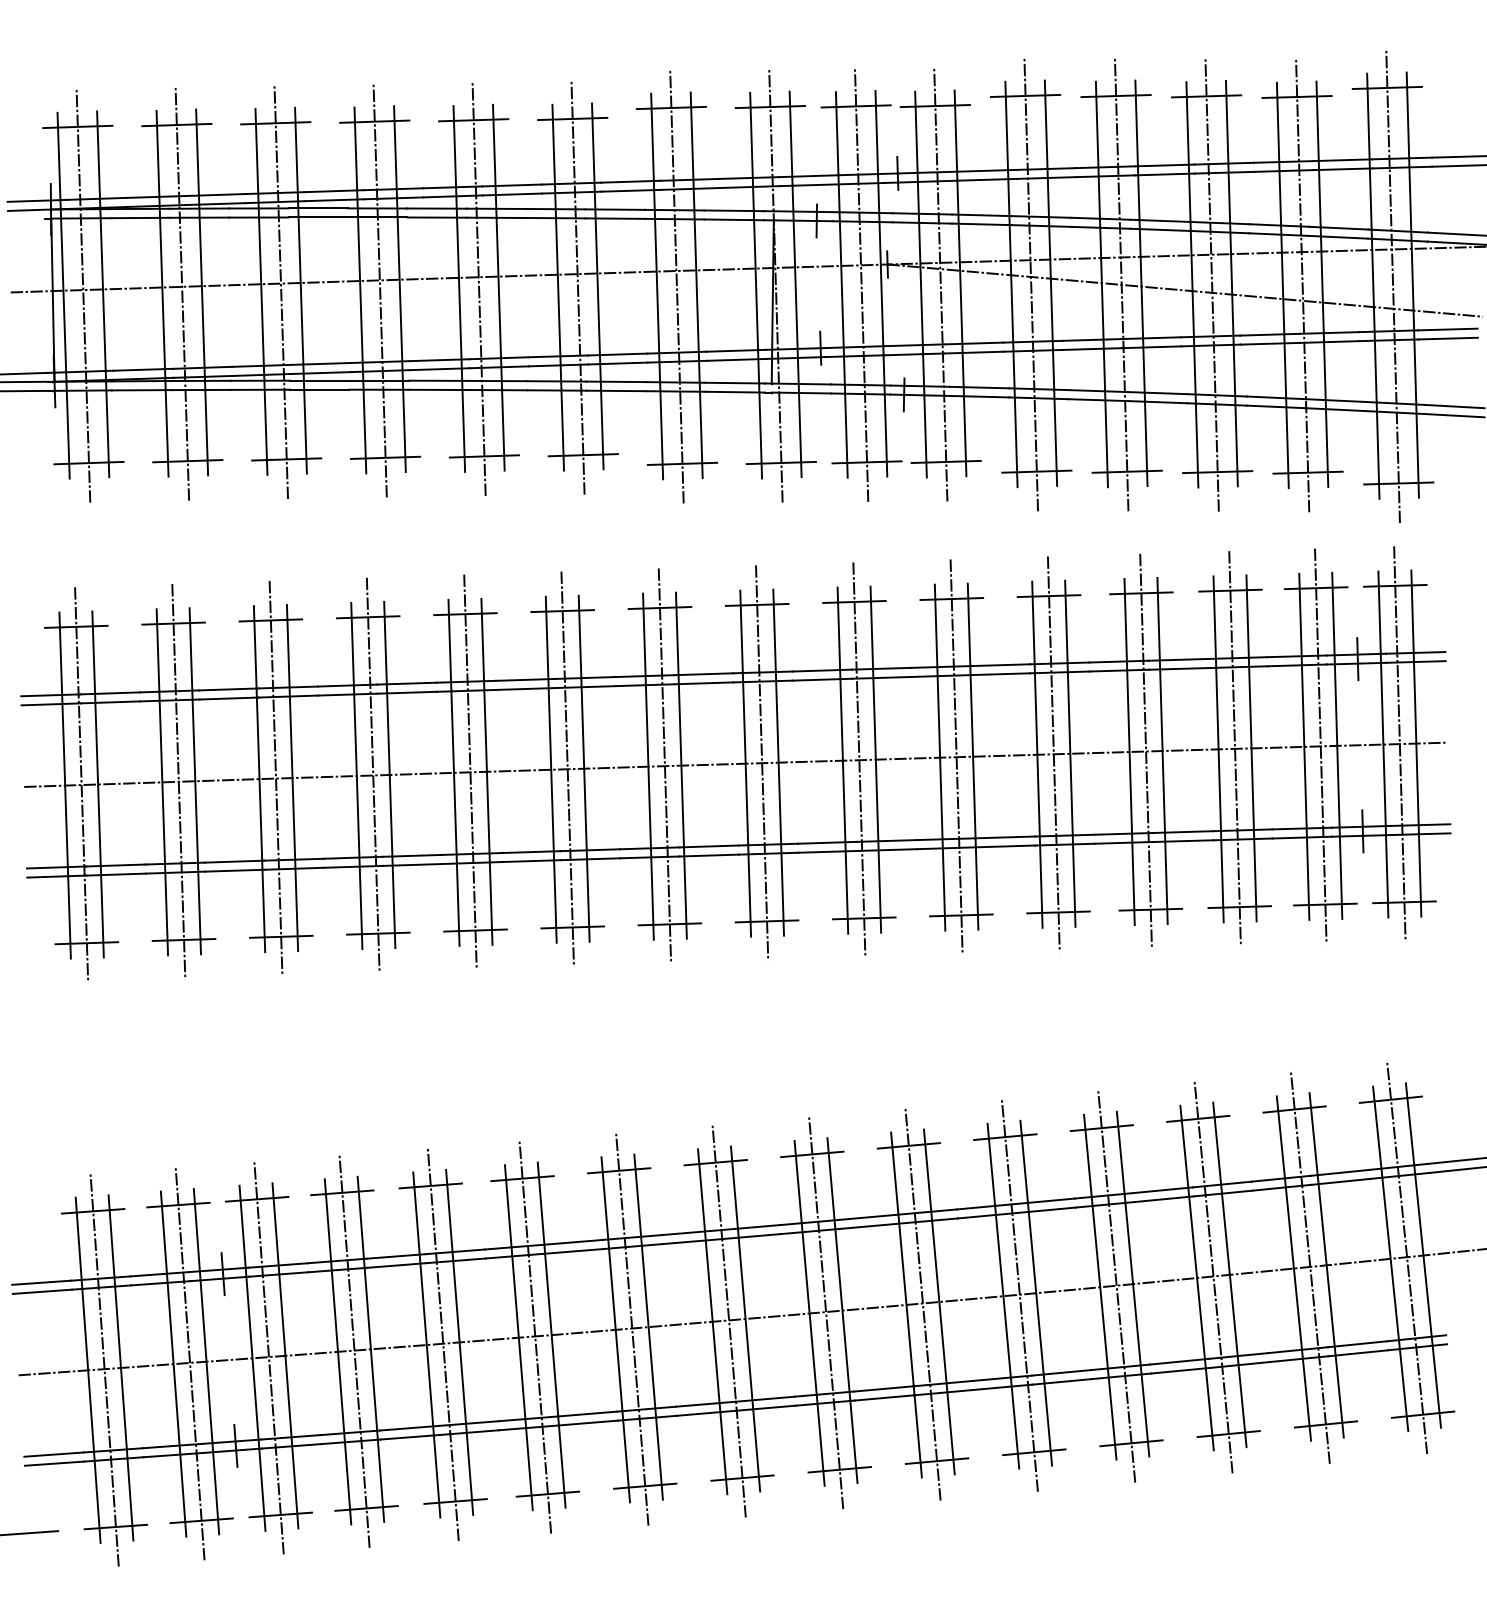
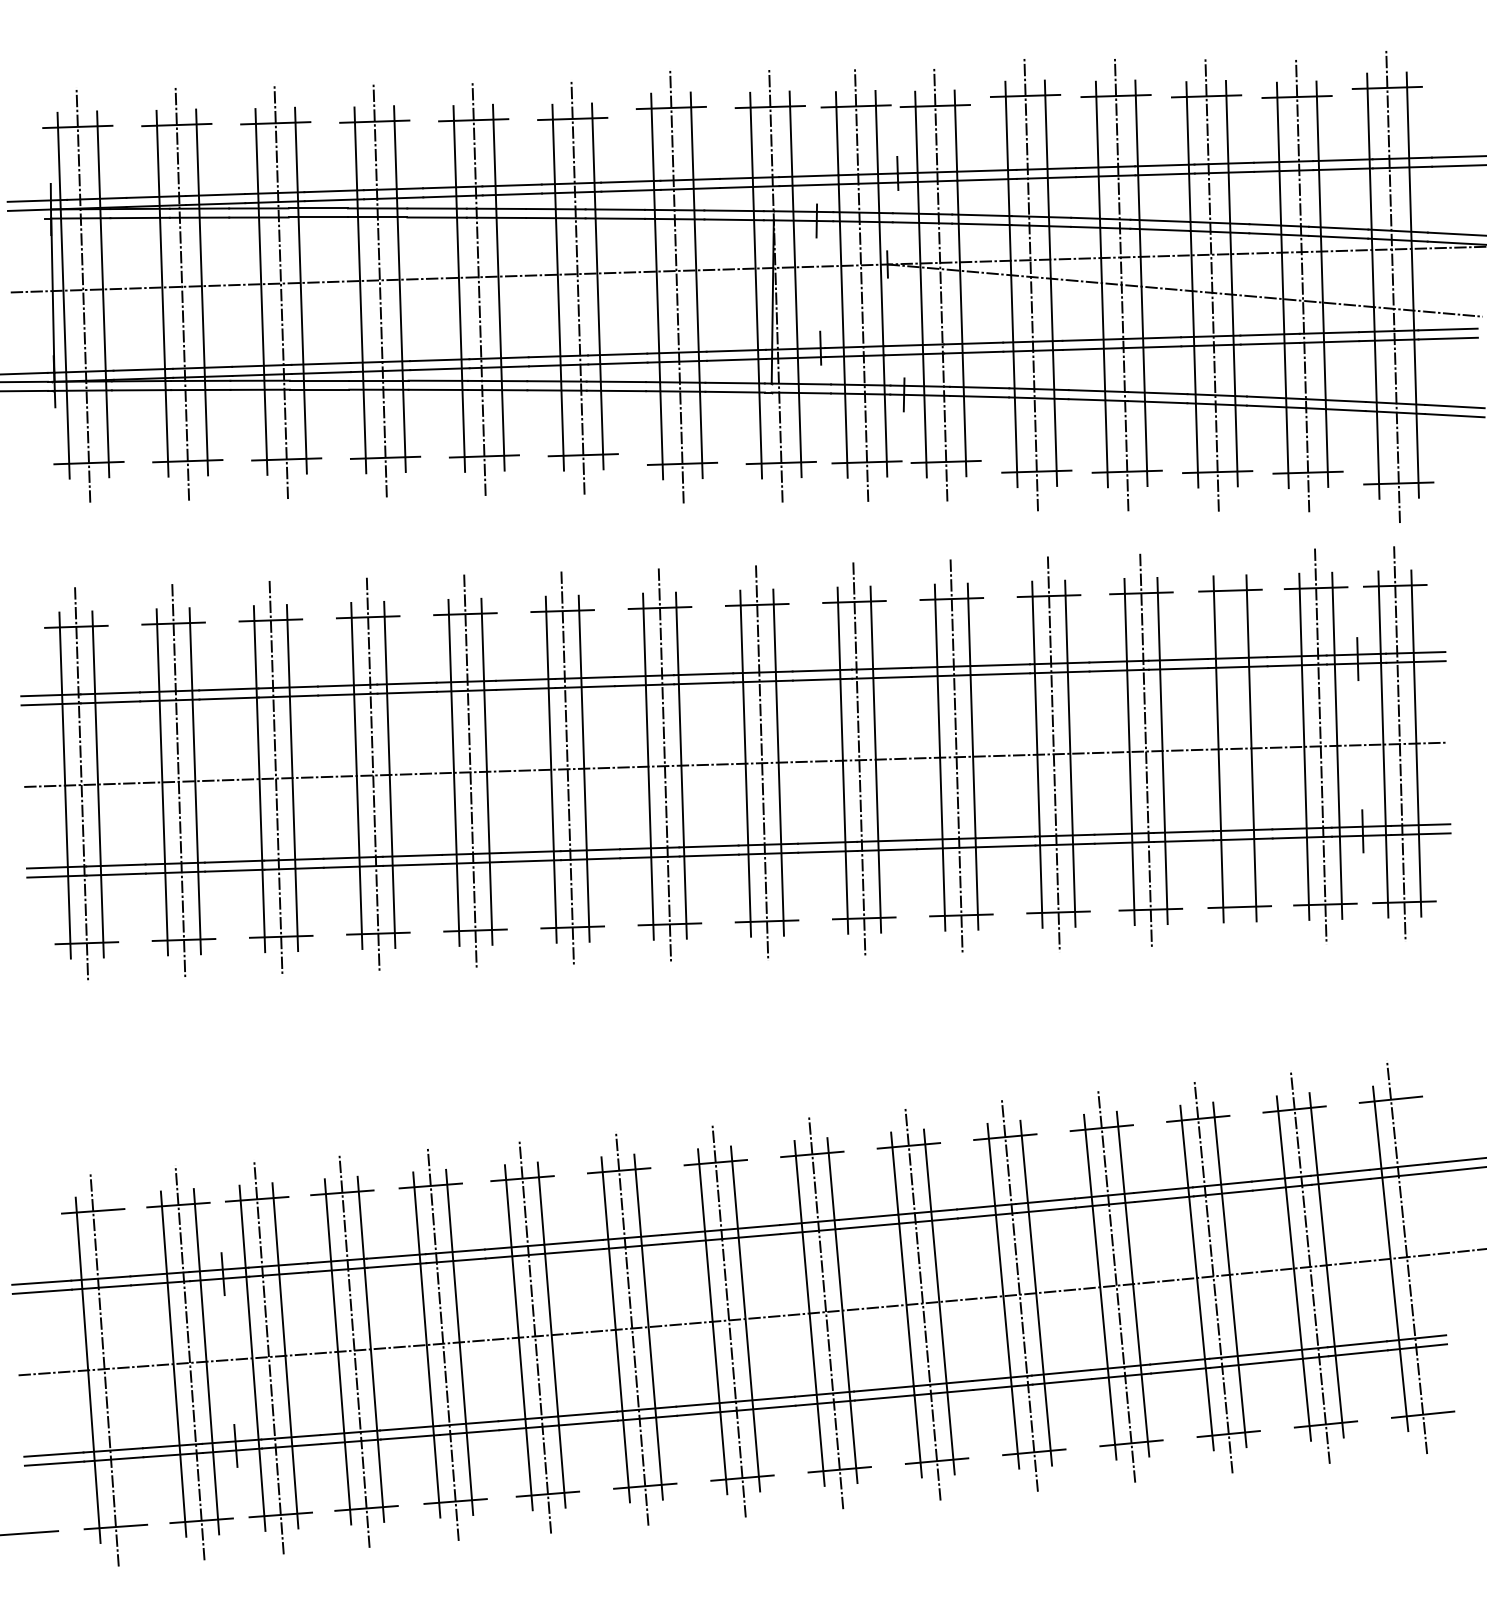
line at (1234, 748): present -> none
line at (1423, 1255): present -> none
line at (120, 1367): present -> none
